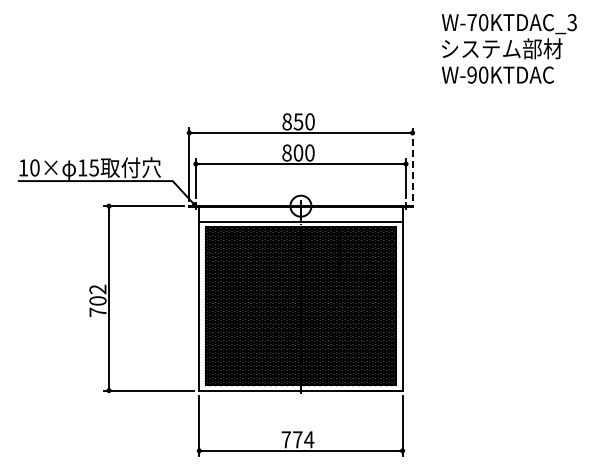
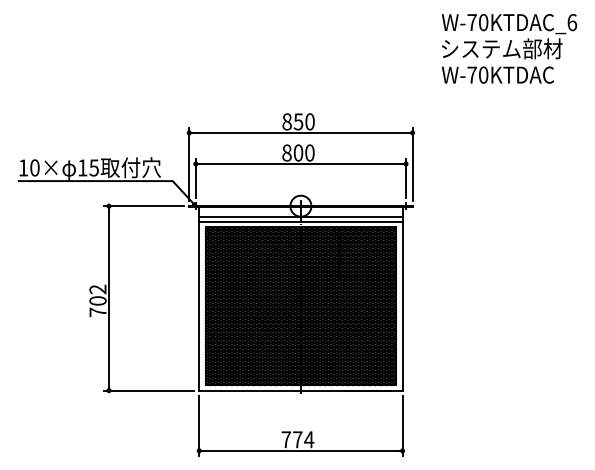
text at (572, 22): W-70KTDAC_3 -> W-70KTDAC_6
text at (471, 74): W-90KTDAC -> W-70KTDAC
line at (412, 164): dashed -> solid
line at (300, 216): none -> present
